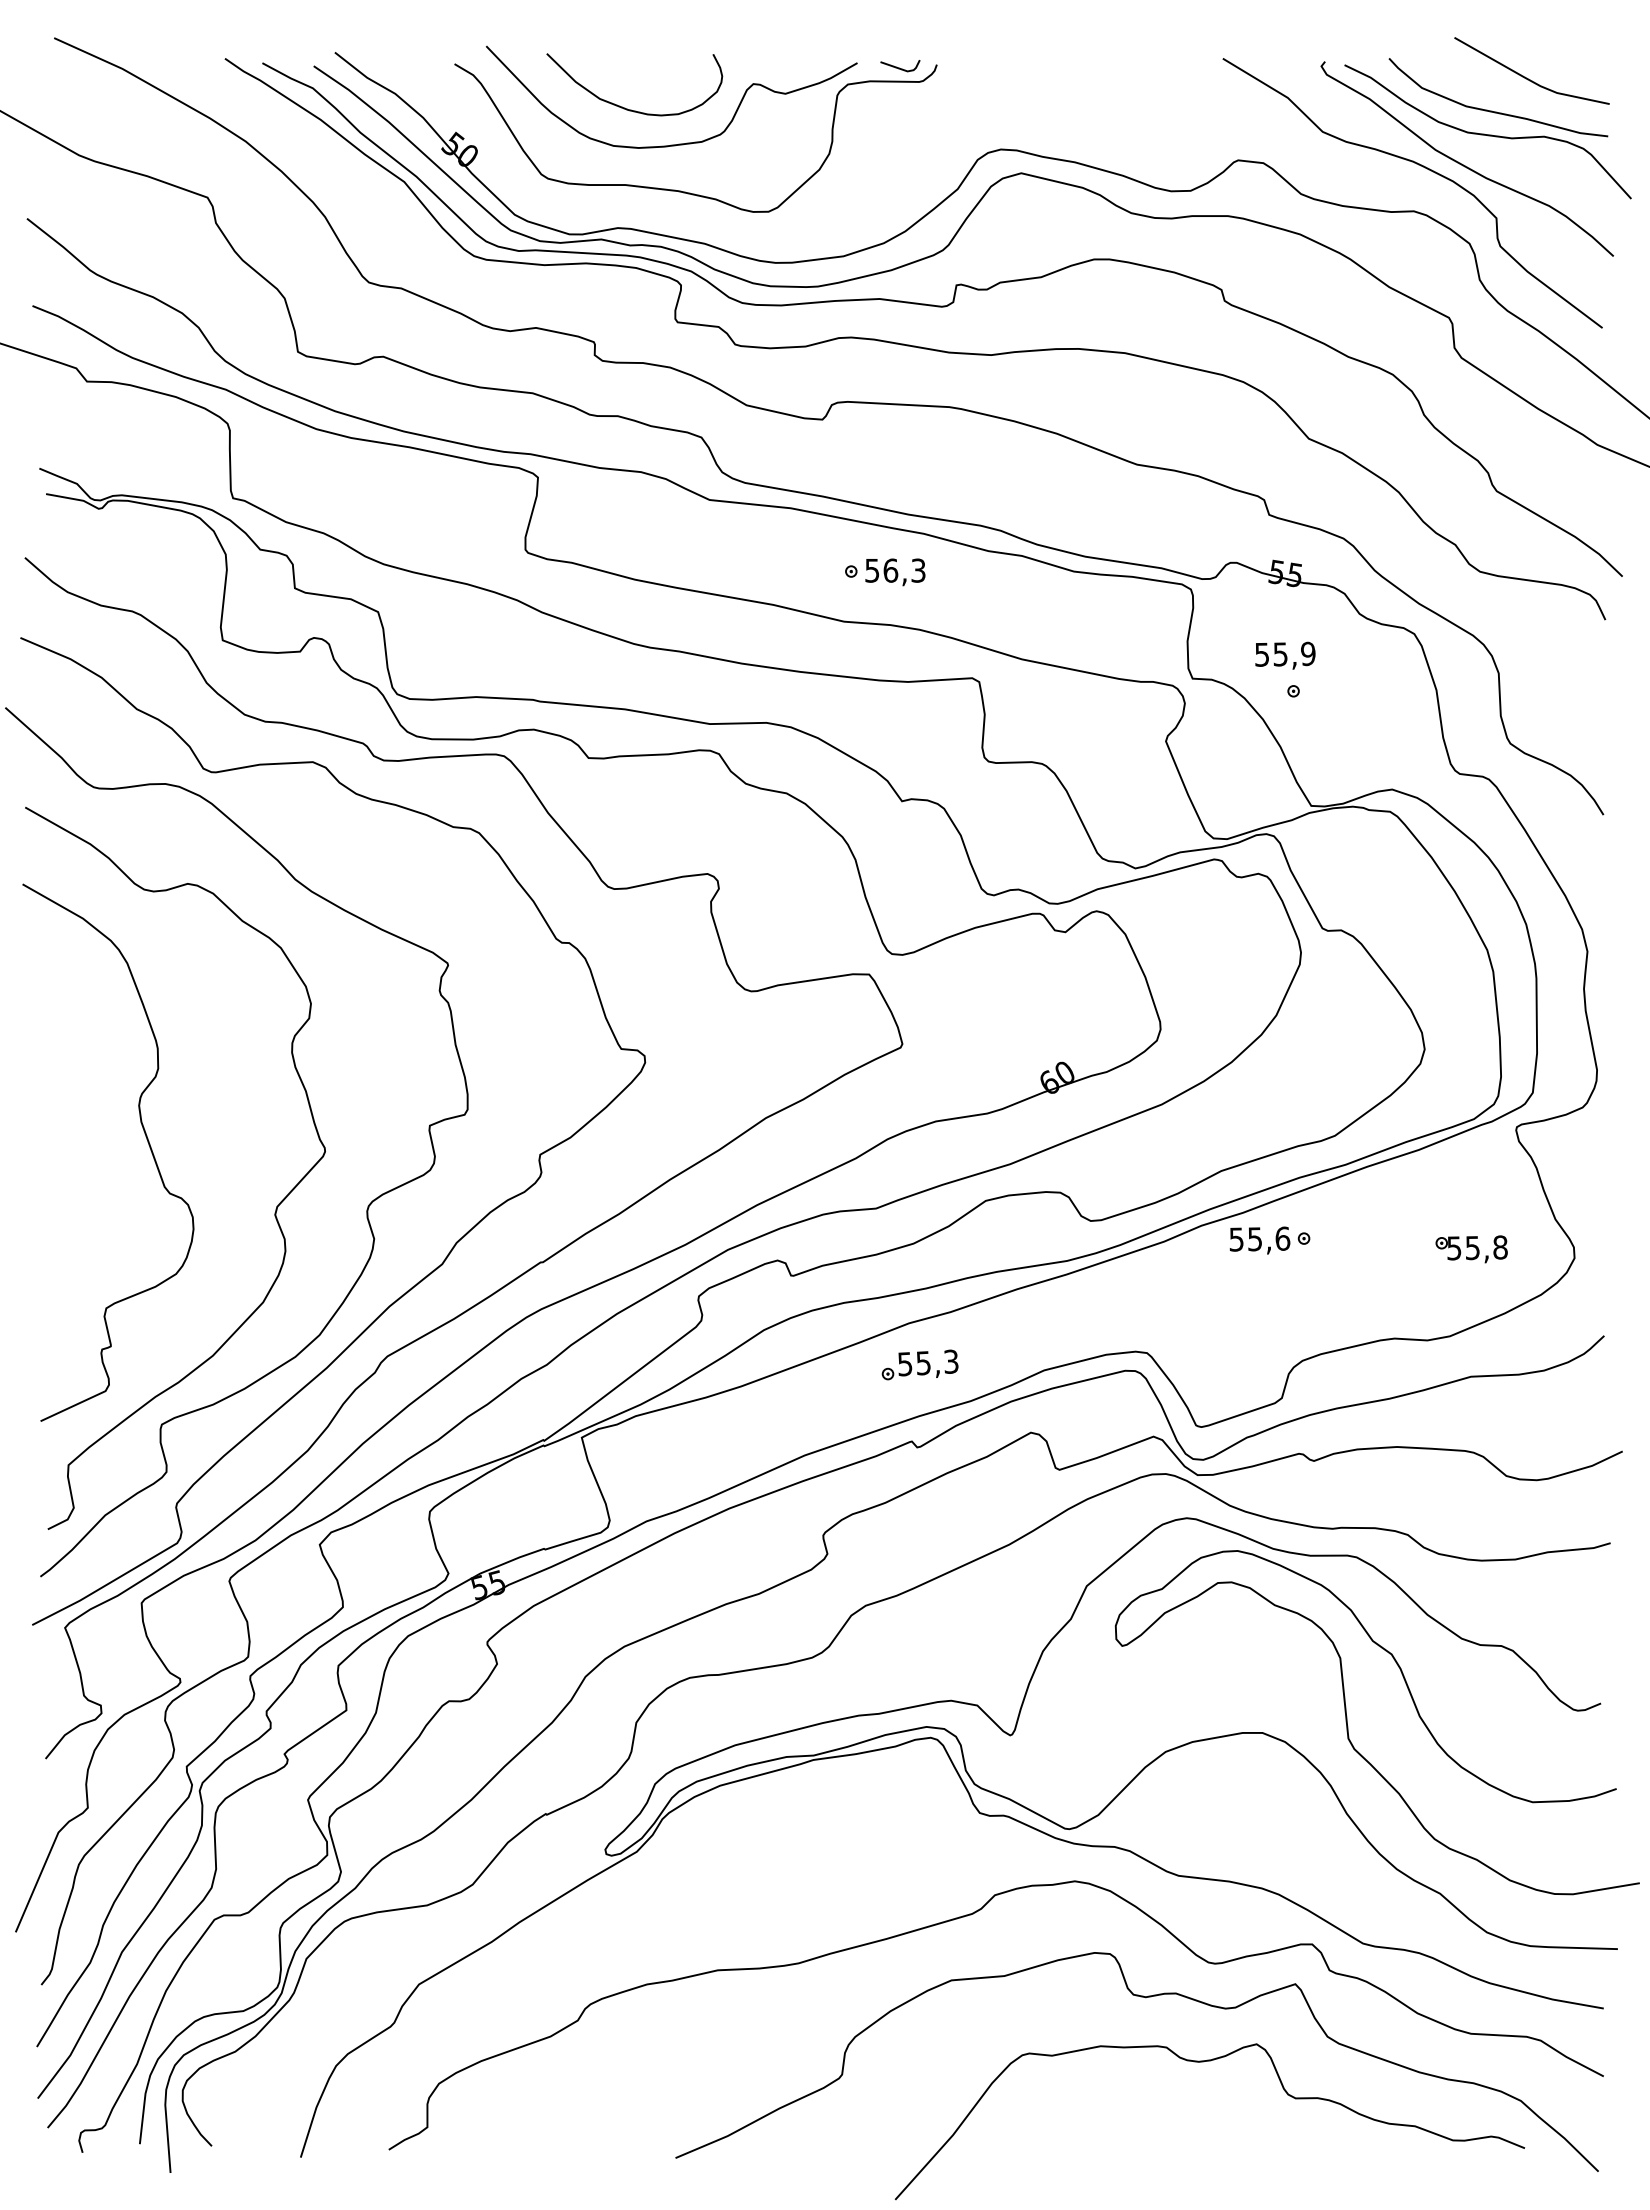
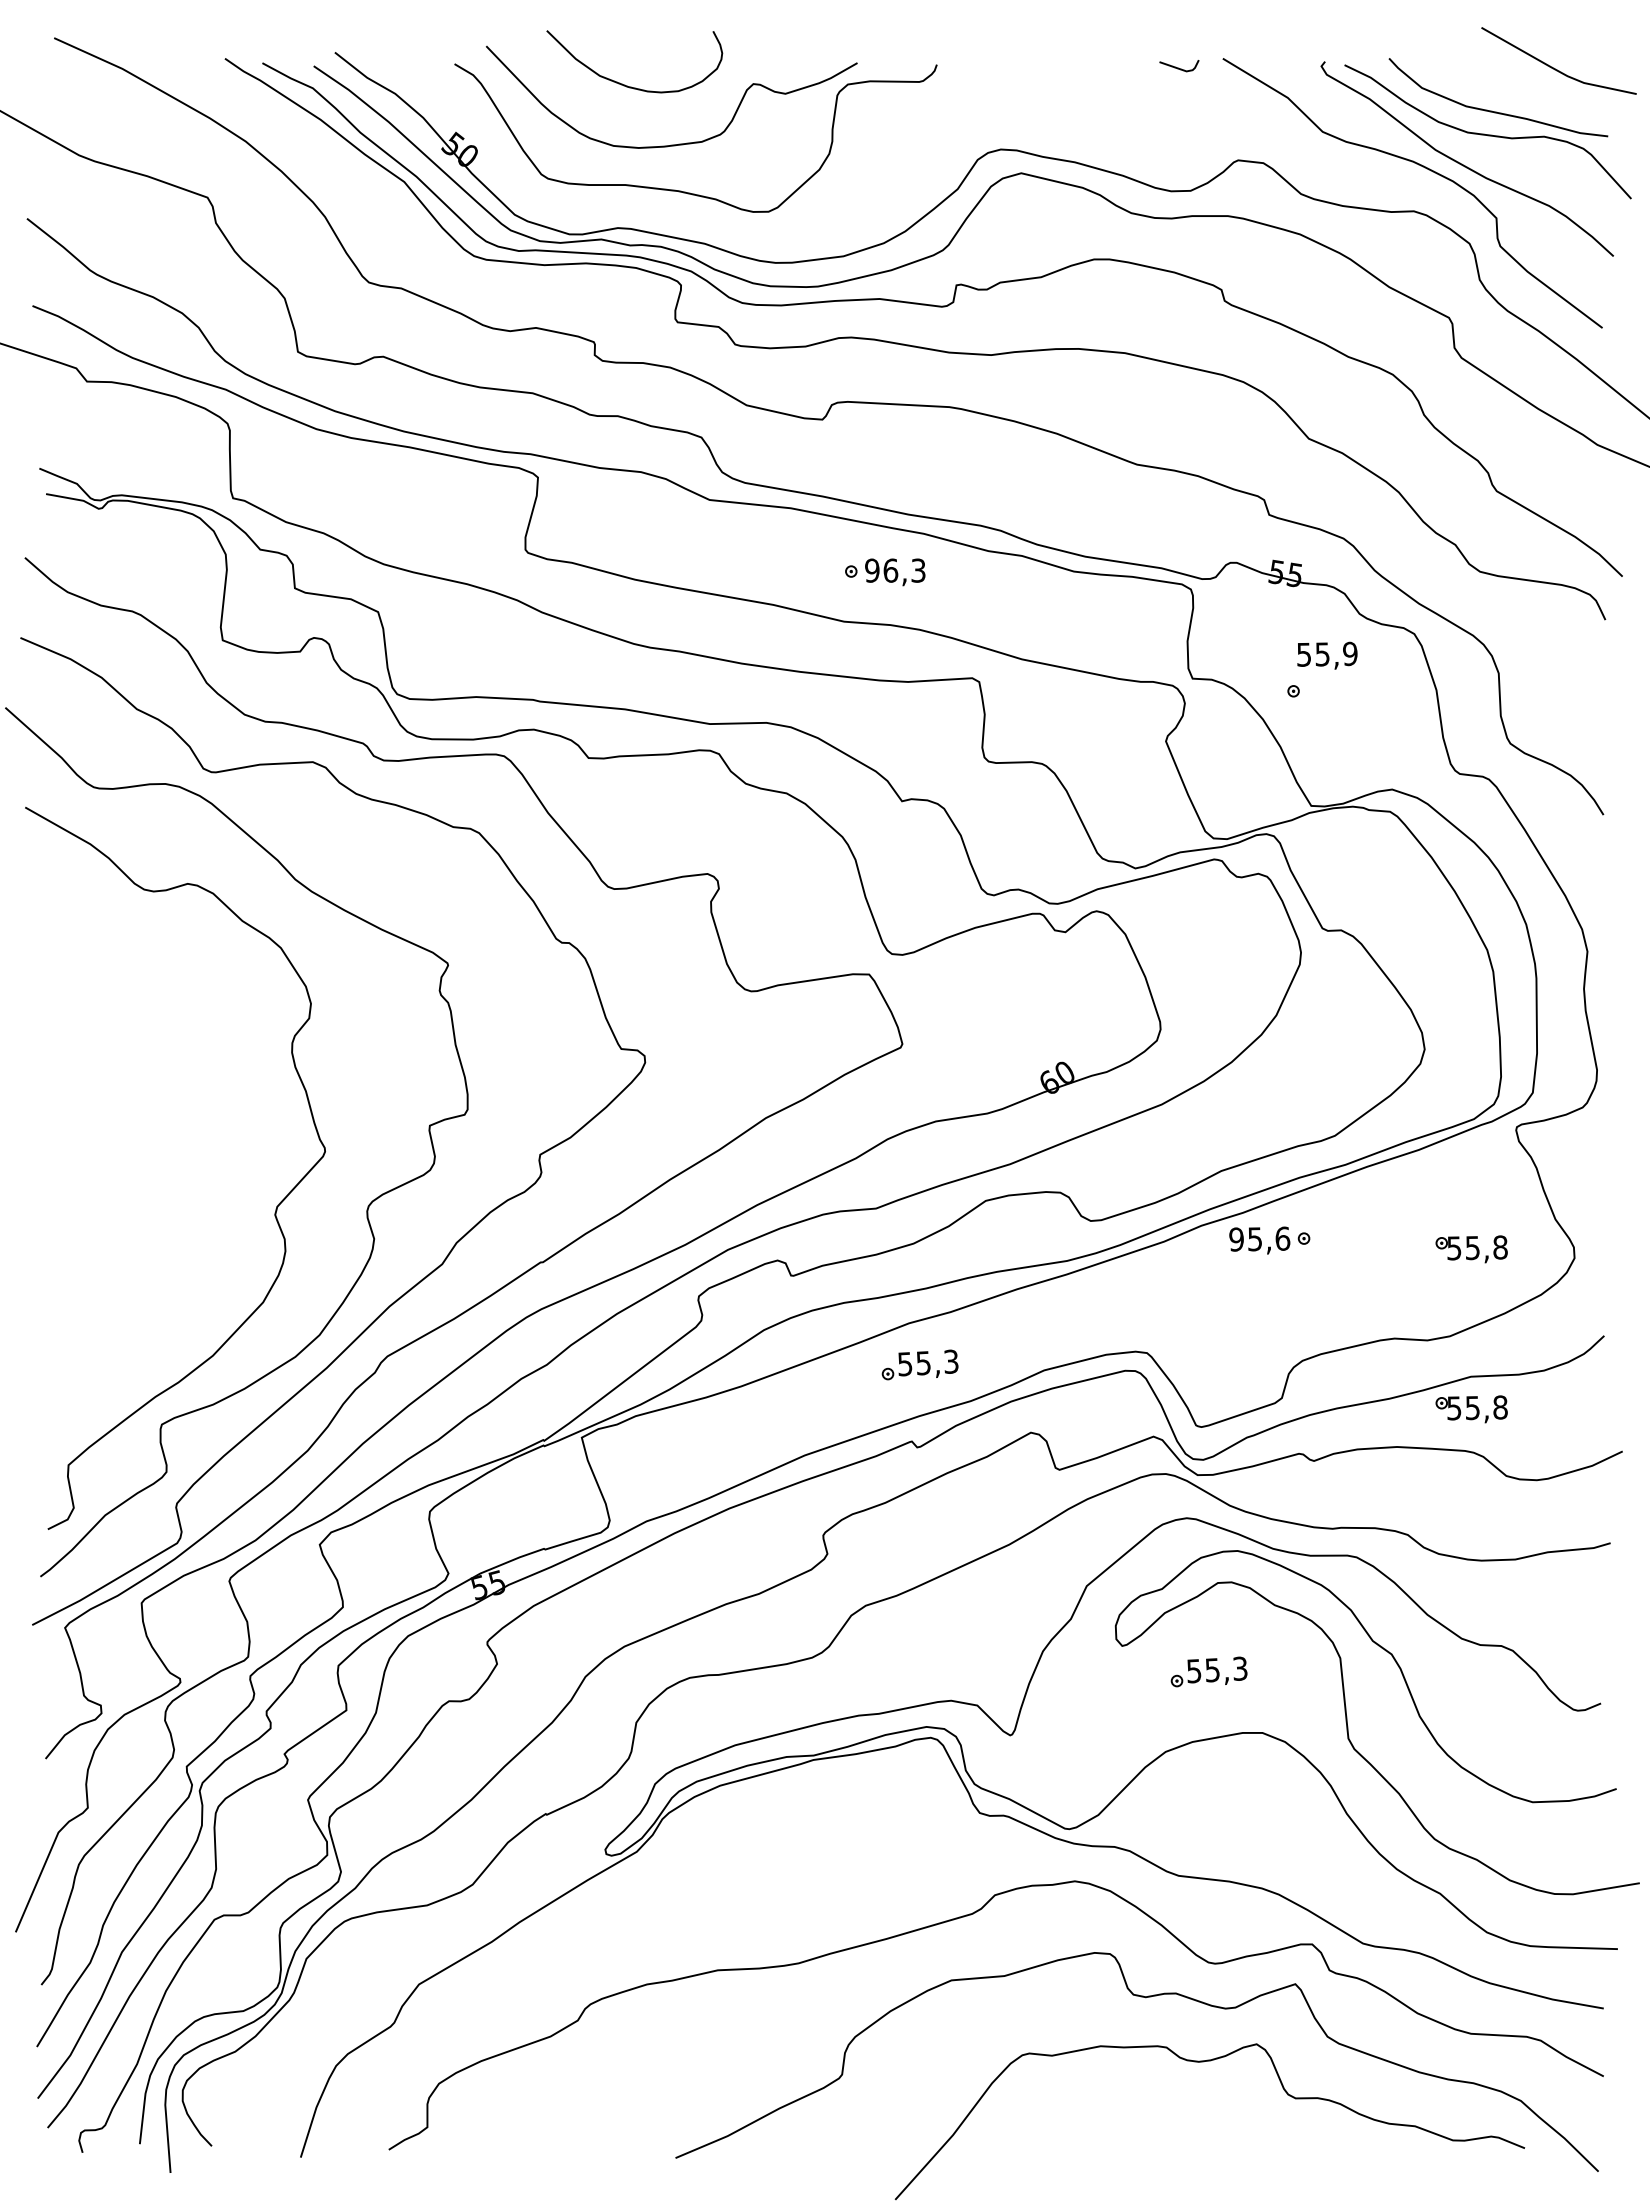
line at (899, 67) position: (899, 67) -> (1178, 67)
line at (1525, 76) position: (1525, 76) -> (1552, 66)
curve at (625, 107) position: (625, 107) -> (625, 84)
text at (872, 570): 56,3 -> 96,3
text at (1285, 655) position: (1285, 655) -> (1327, 655)
curve at (146, 1139): present -> none
text at (1236, 1239): 55,6 -> 95,6
part at (1471, 1409): none -> present
part at (1208, 1671): none -> present
